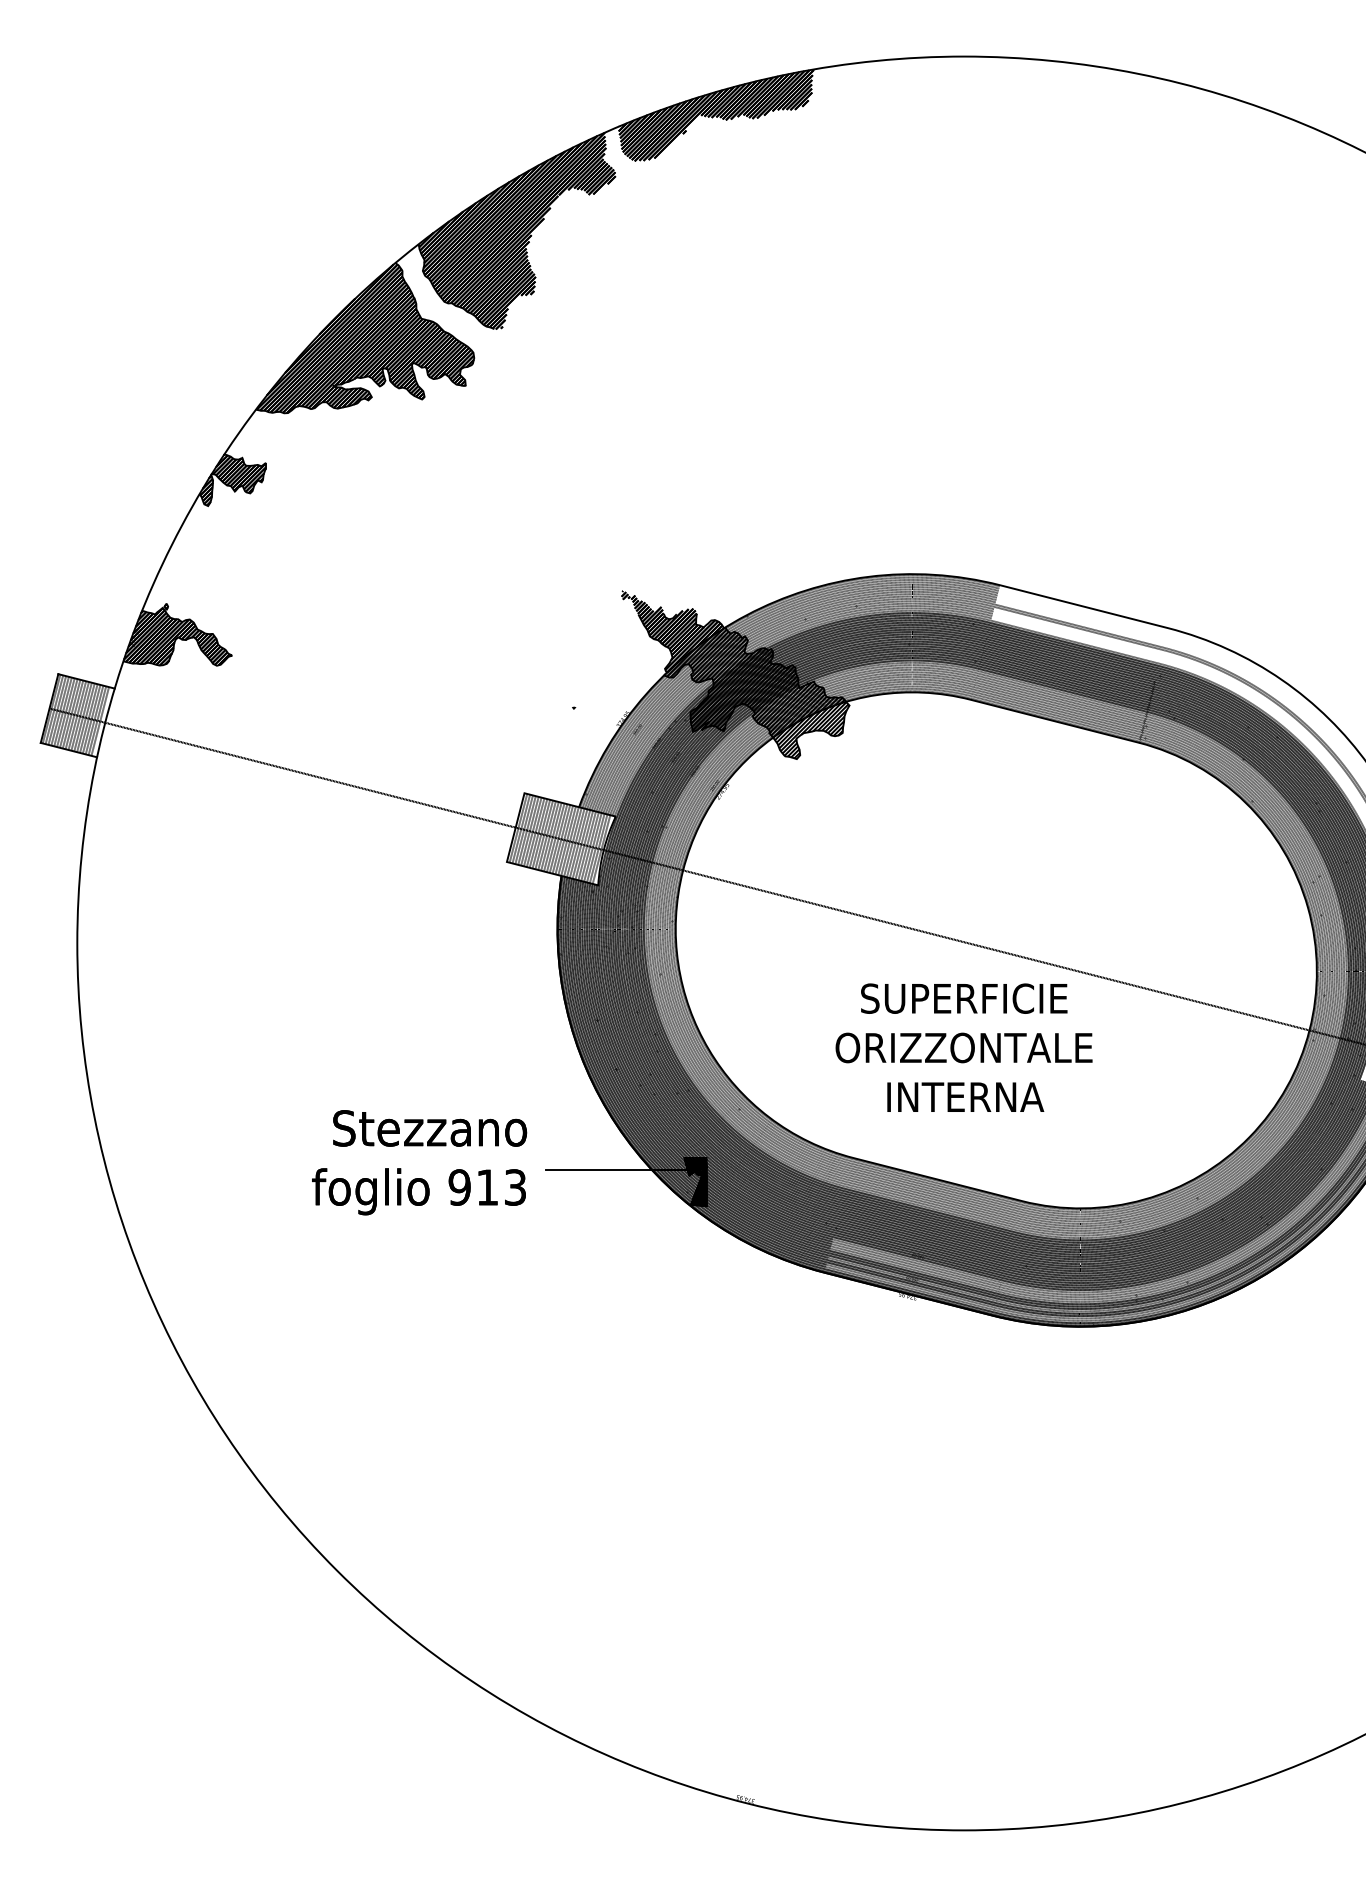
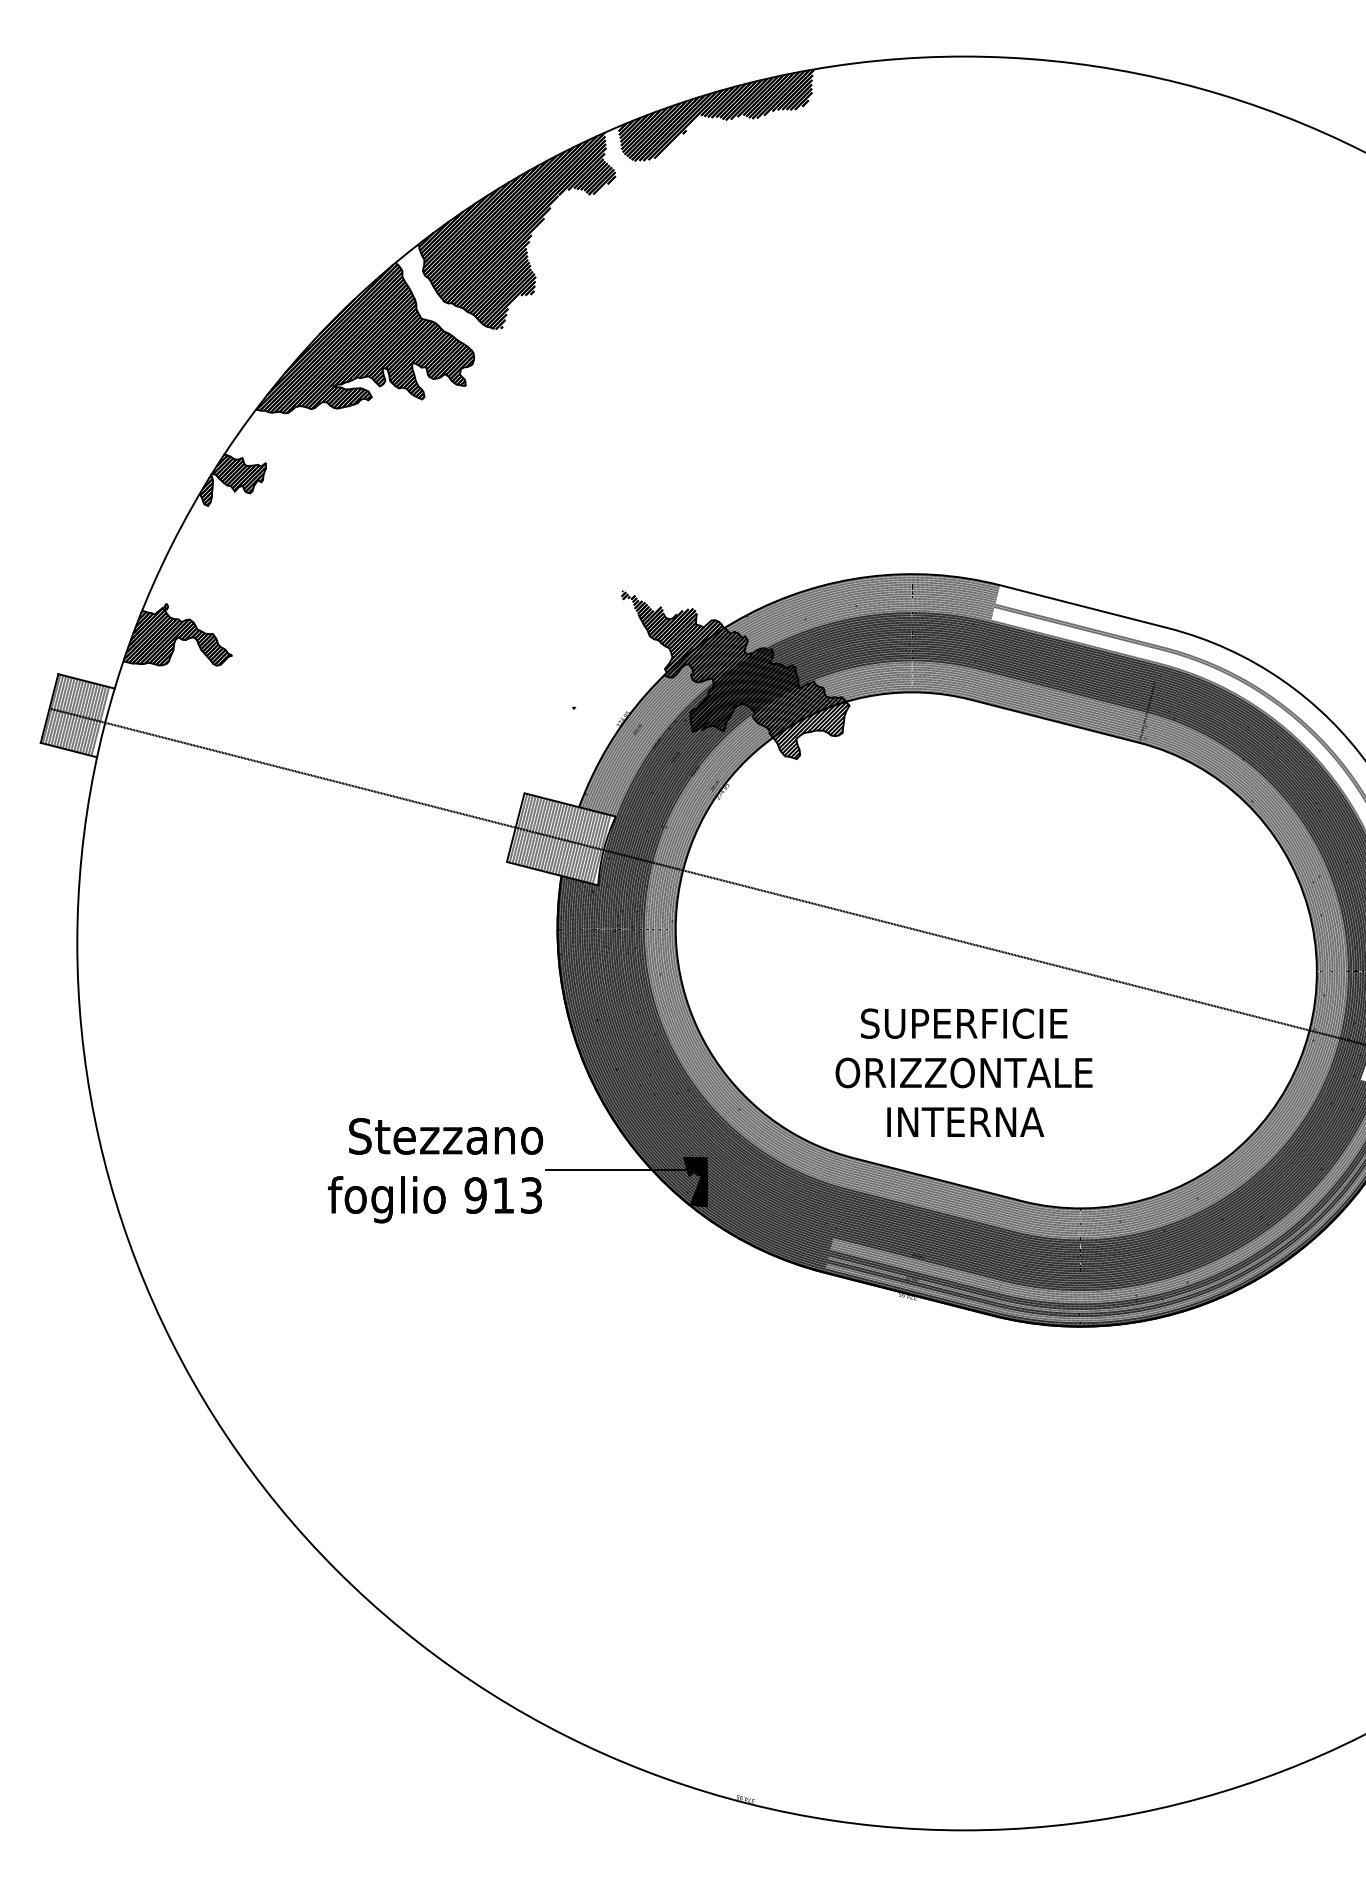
text at (963, 1047) position: (963, 1047) -> (963, 1072)
text at (419, 1162) position: (419, 1162) -> (435, 1170)
